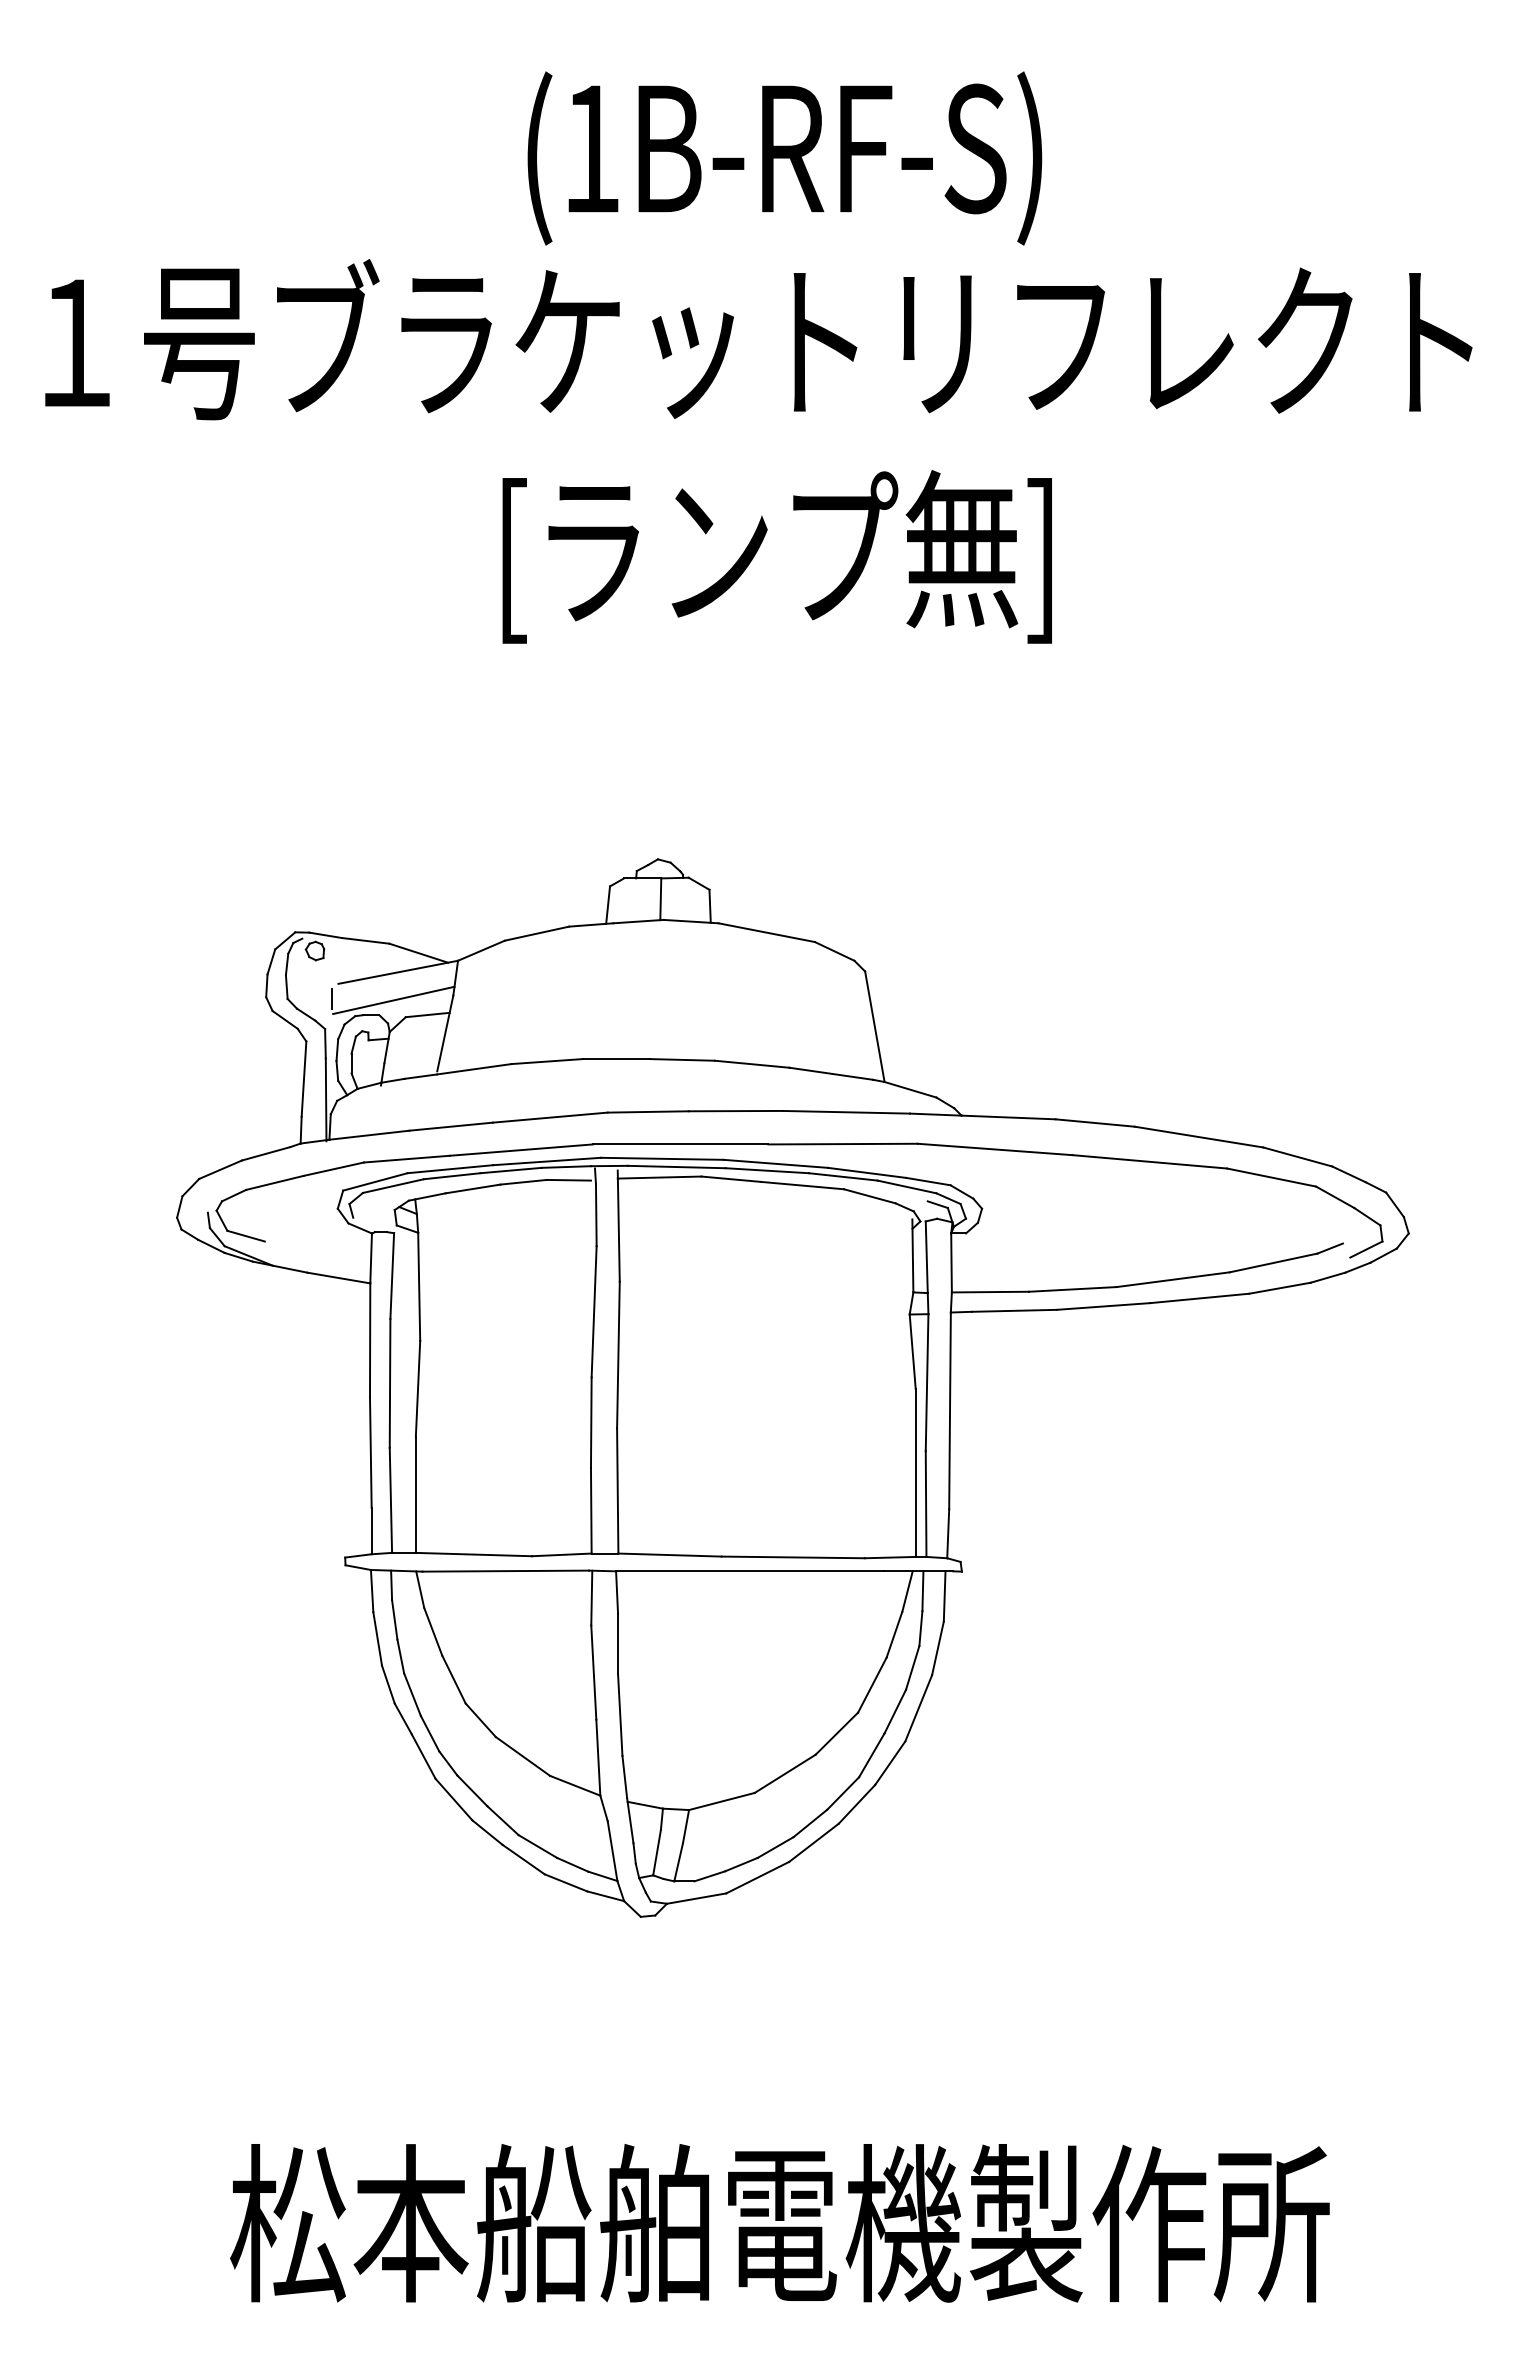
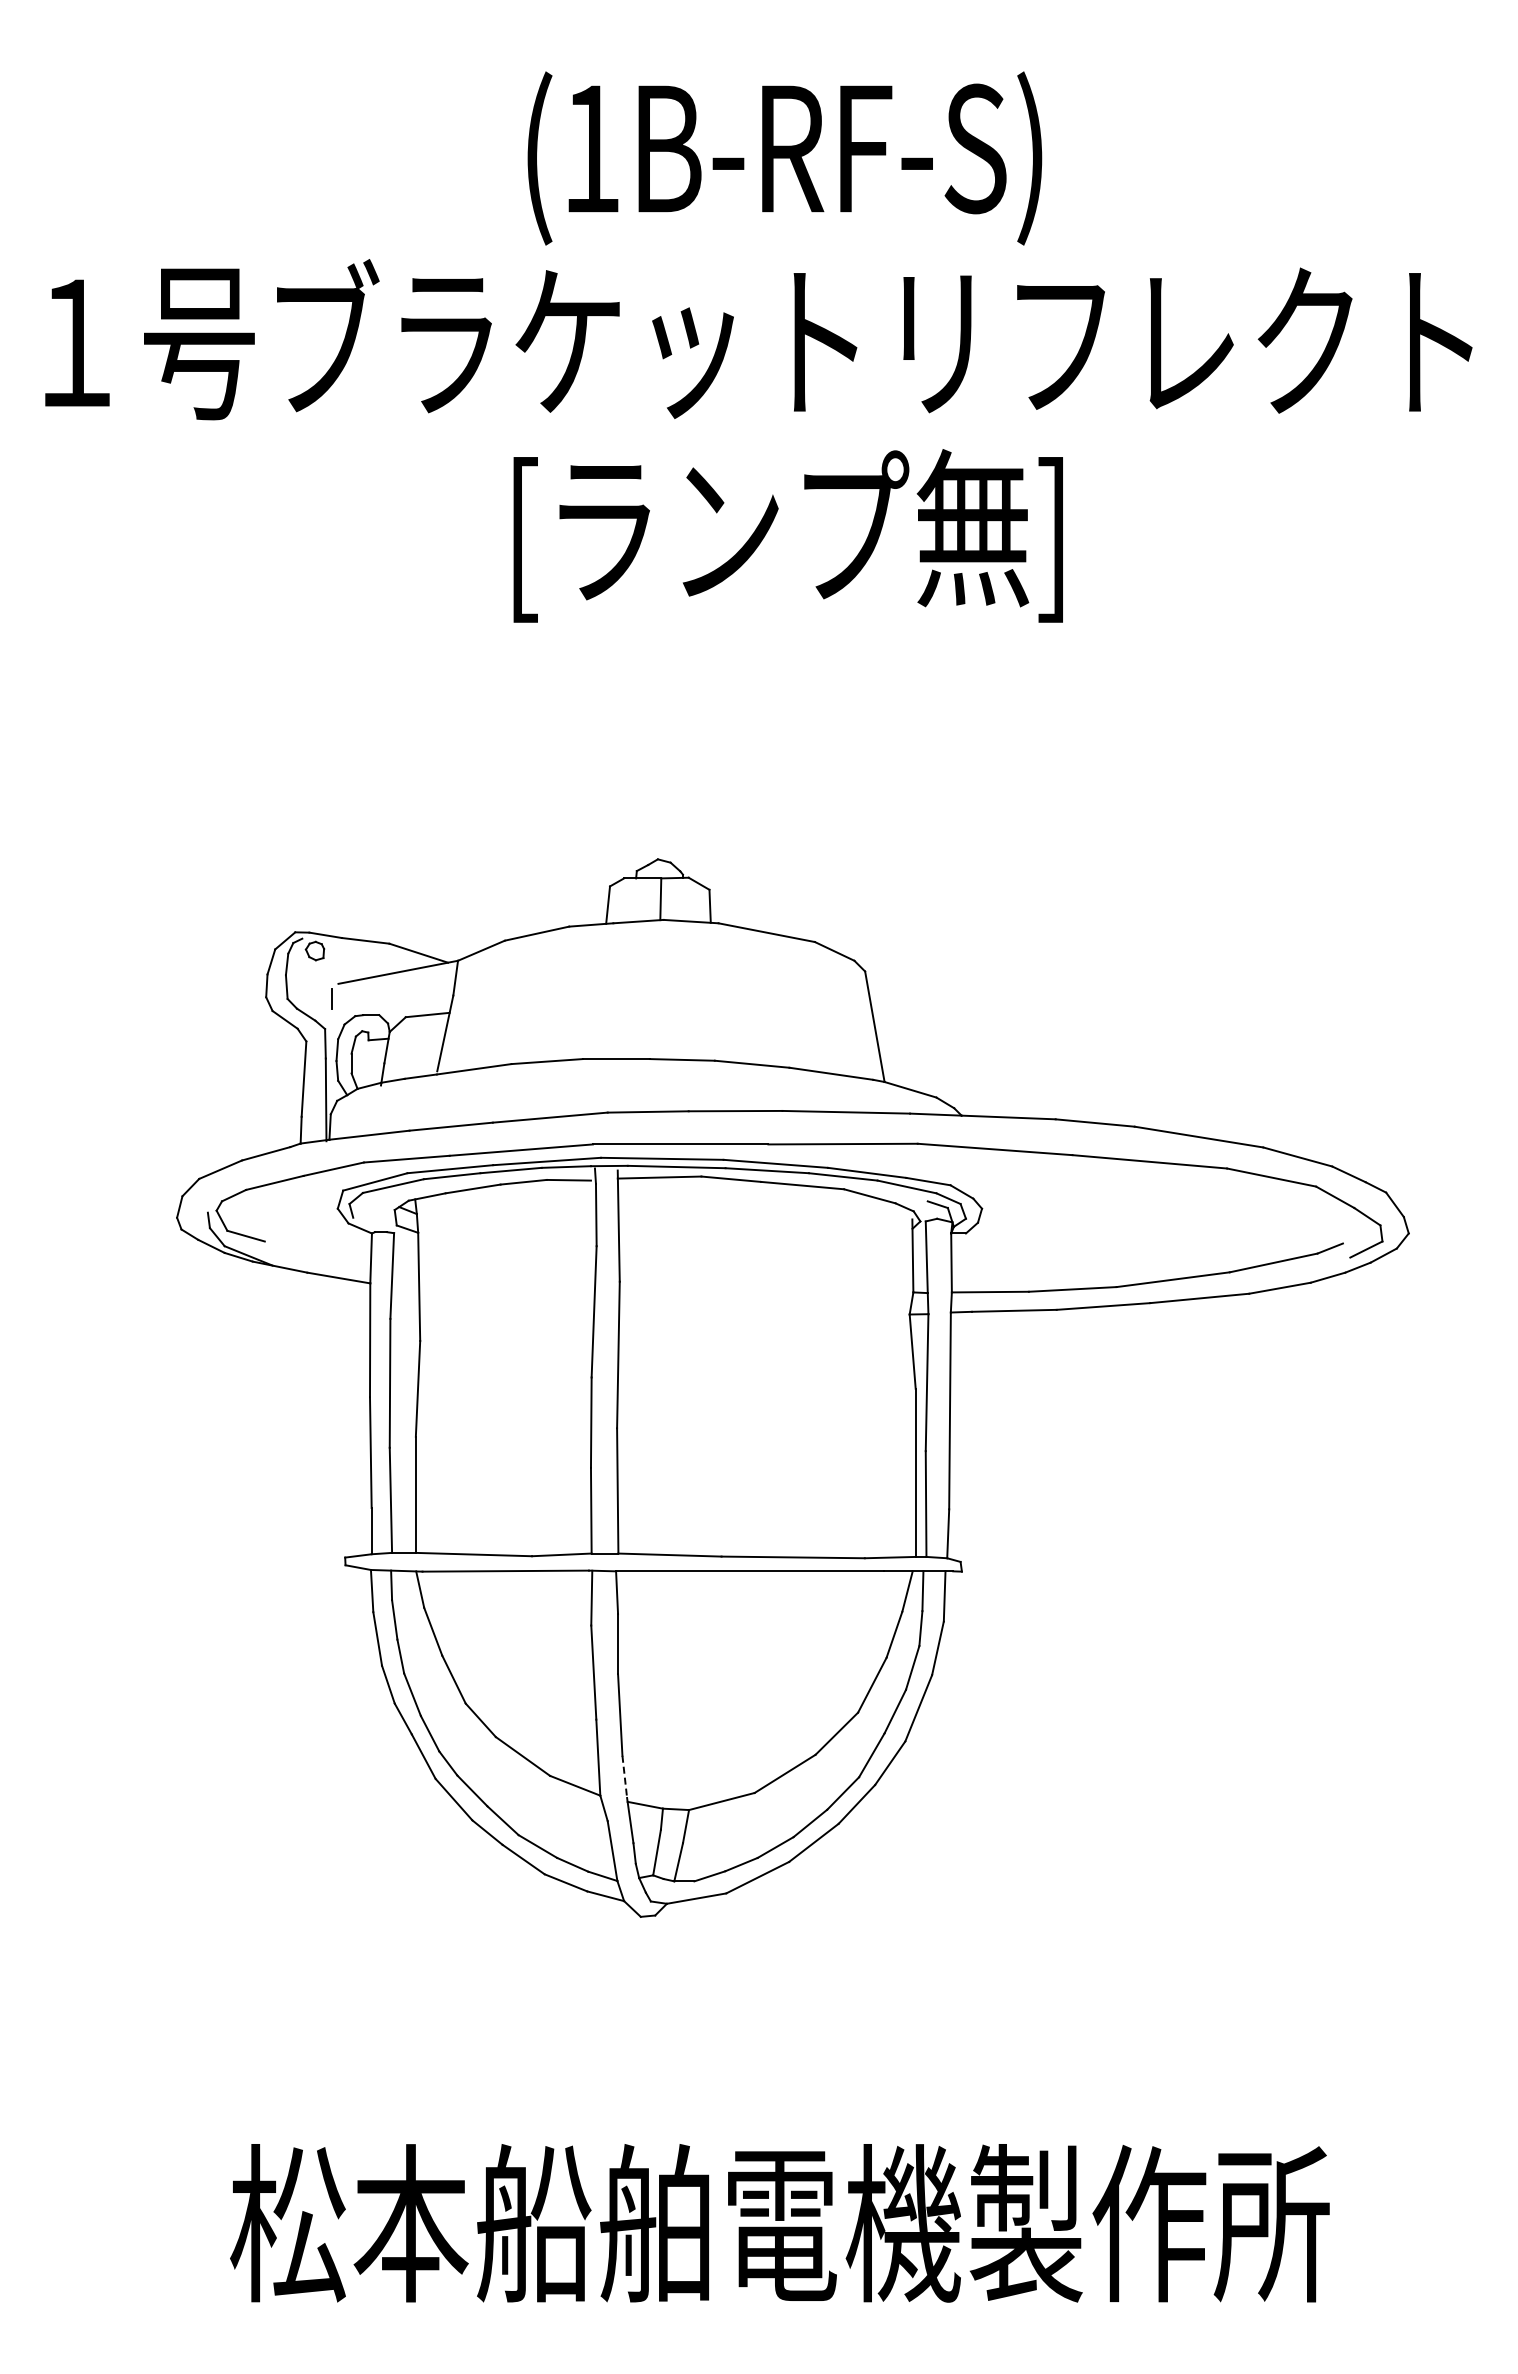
text at (776, 556) position: (776, 556) -> (787, 535)
line at (393, 1000): present -> none
line at (624, 1777): solid -> dashed
